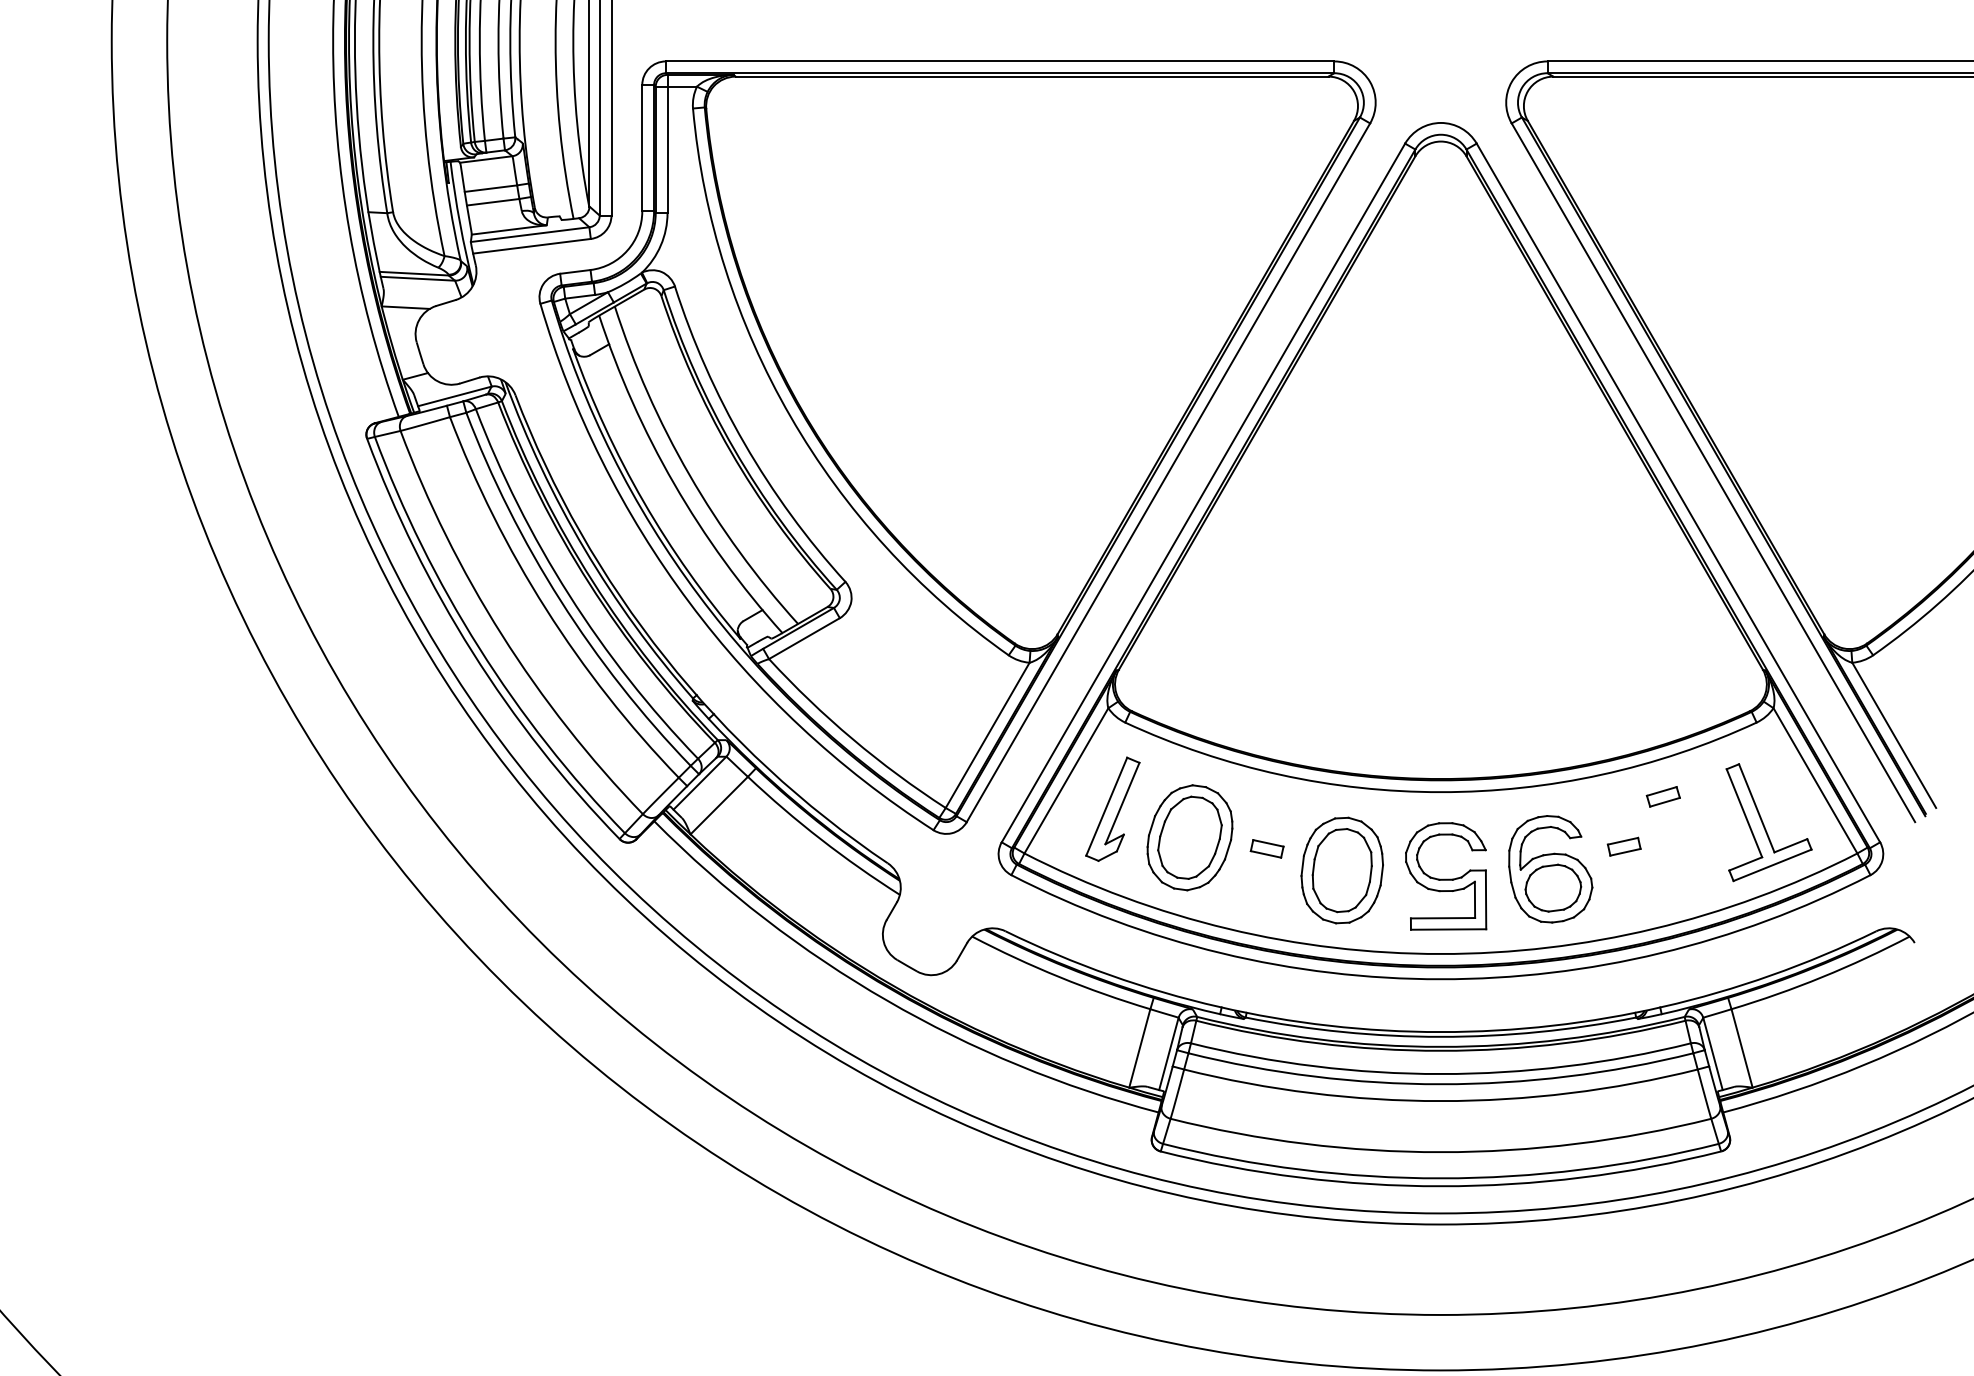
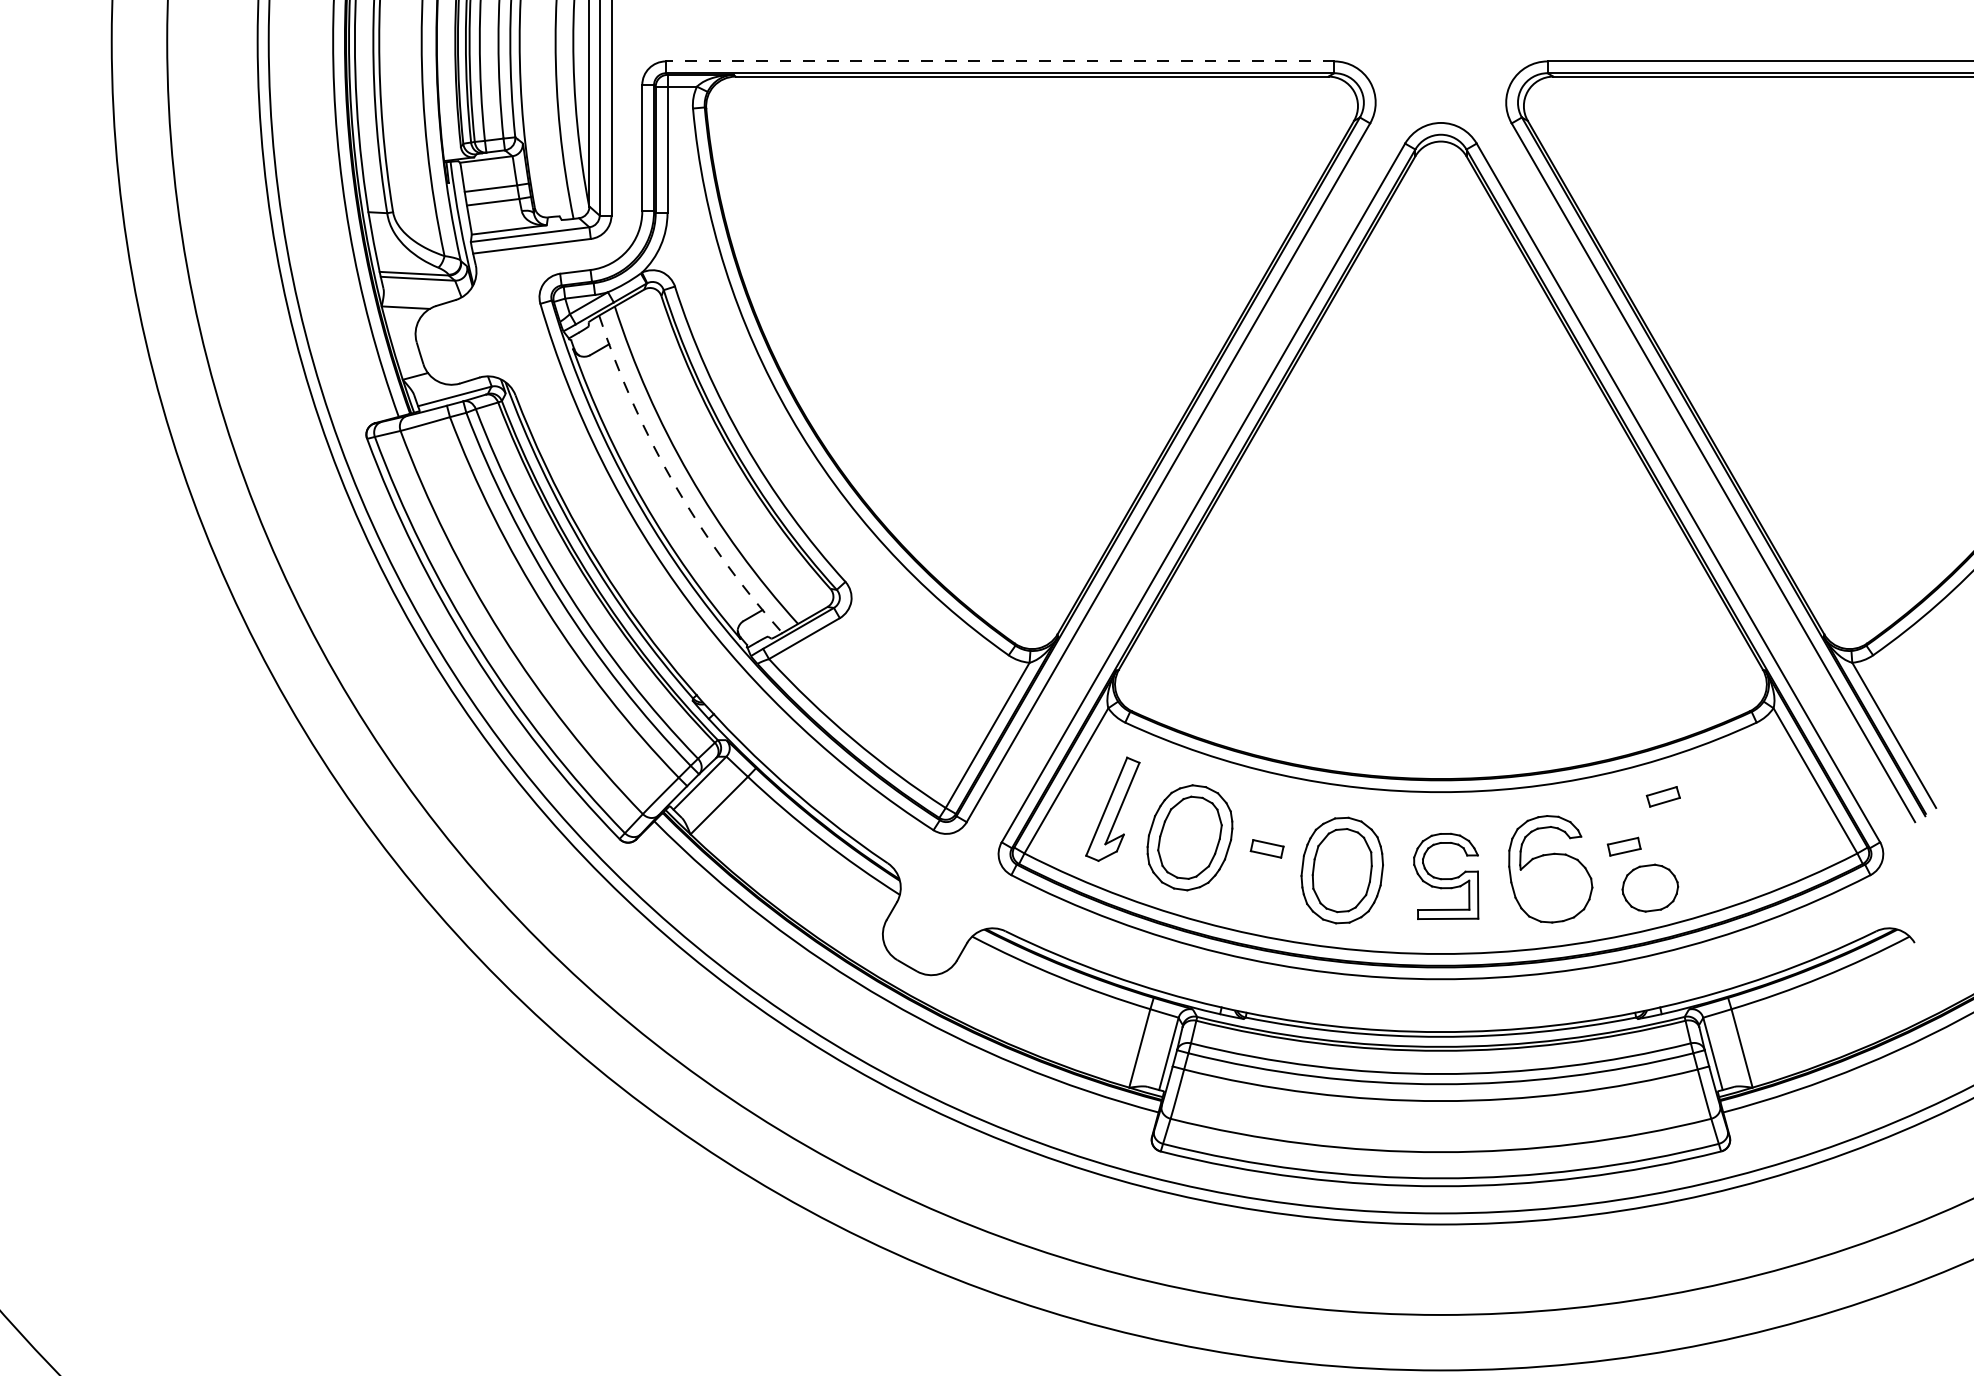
line at (999, 61): solid -> dashed
arc at (674, 483): solid -> dashed
part at (1768, 822): present -> none
part at (1446, 876) size: 83x109 px -> 67x88 px
part at (1553, 887) position: (1553, 887) -> (1650, 887)
